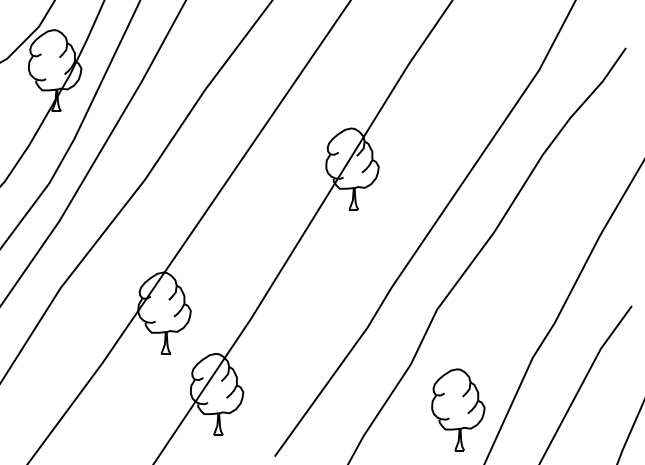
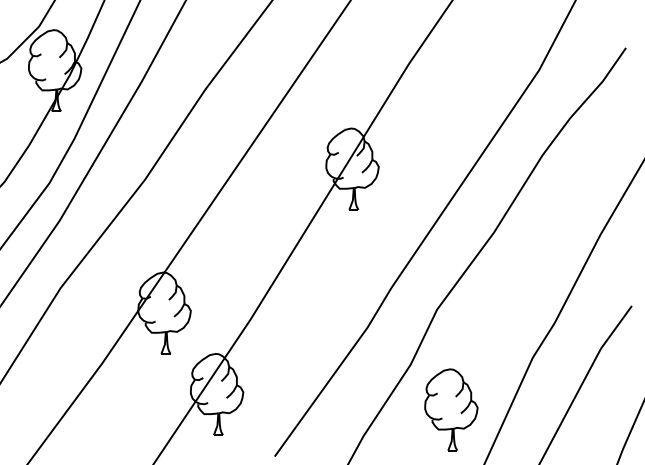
part at (458, 409) position: (458, 409) -> (451, 409)
